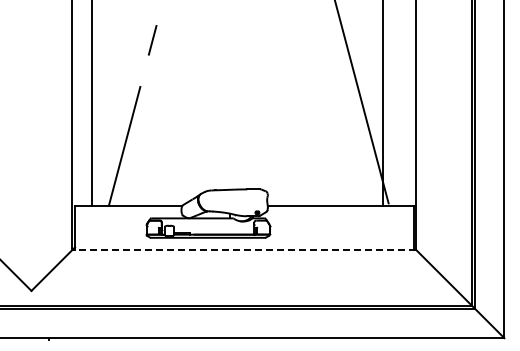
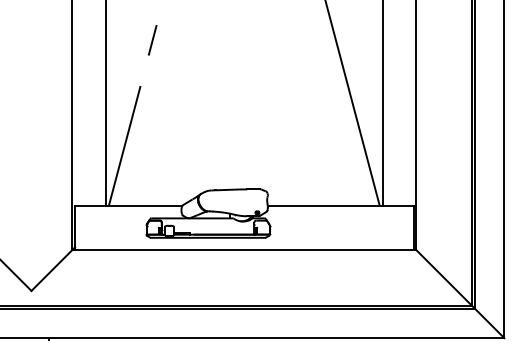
line at (361, 103) position: (361, 103) -> (352, 104)
line at (92, 104) position: (92, 104) -> (106, 104)
line at (244, 249): dashed -> solid
